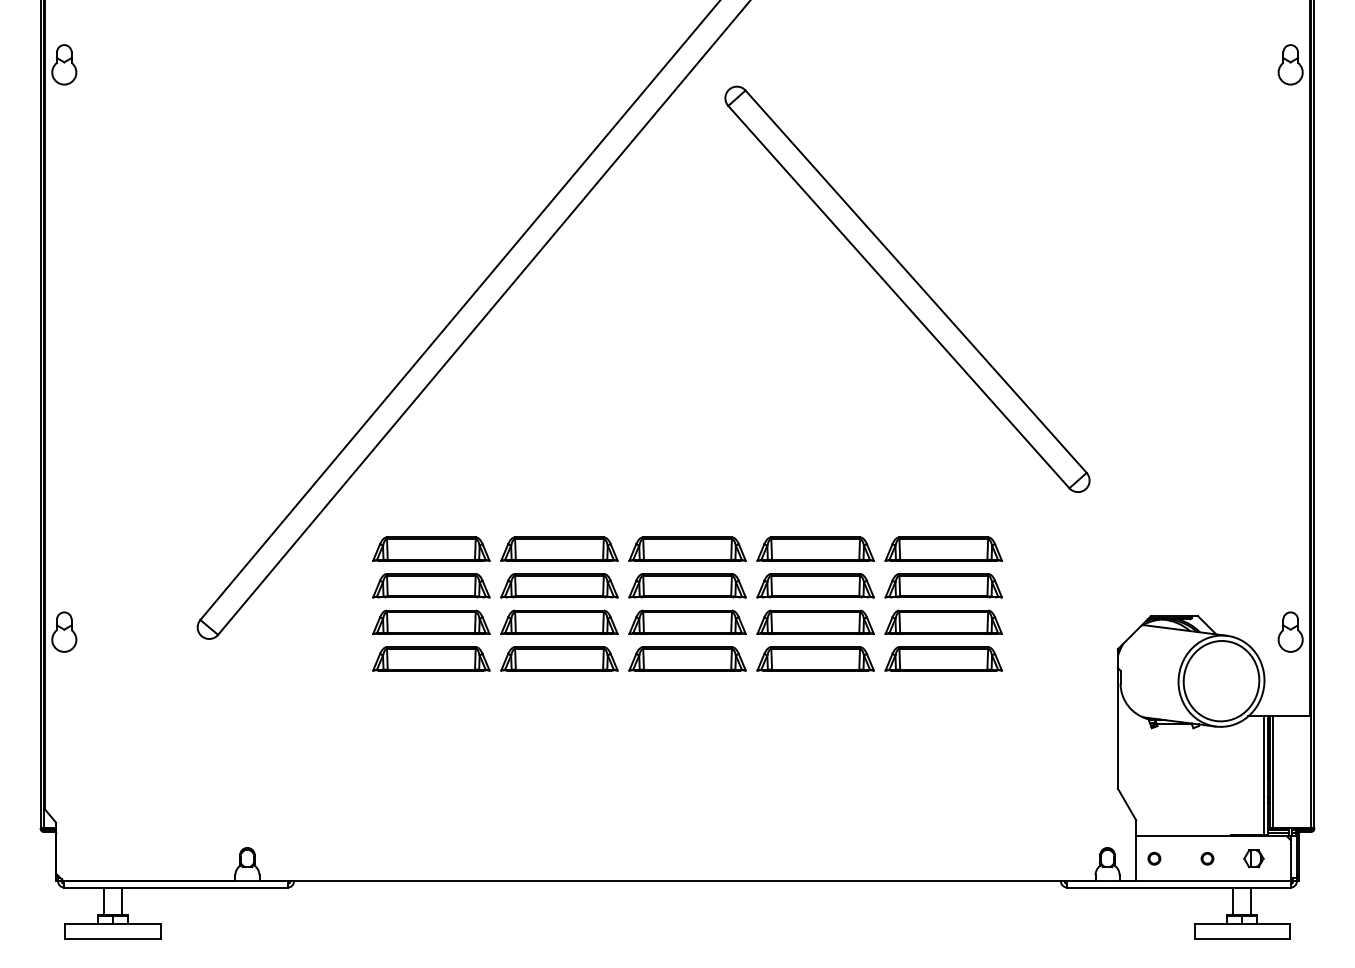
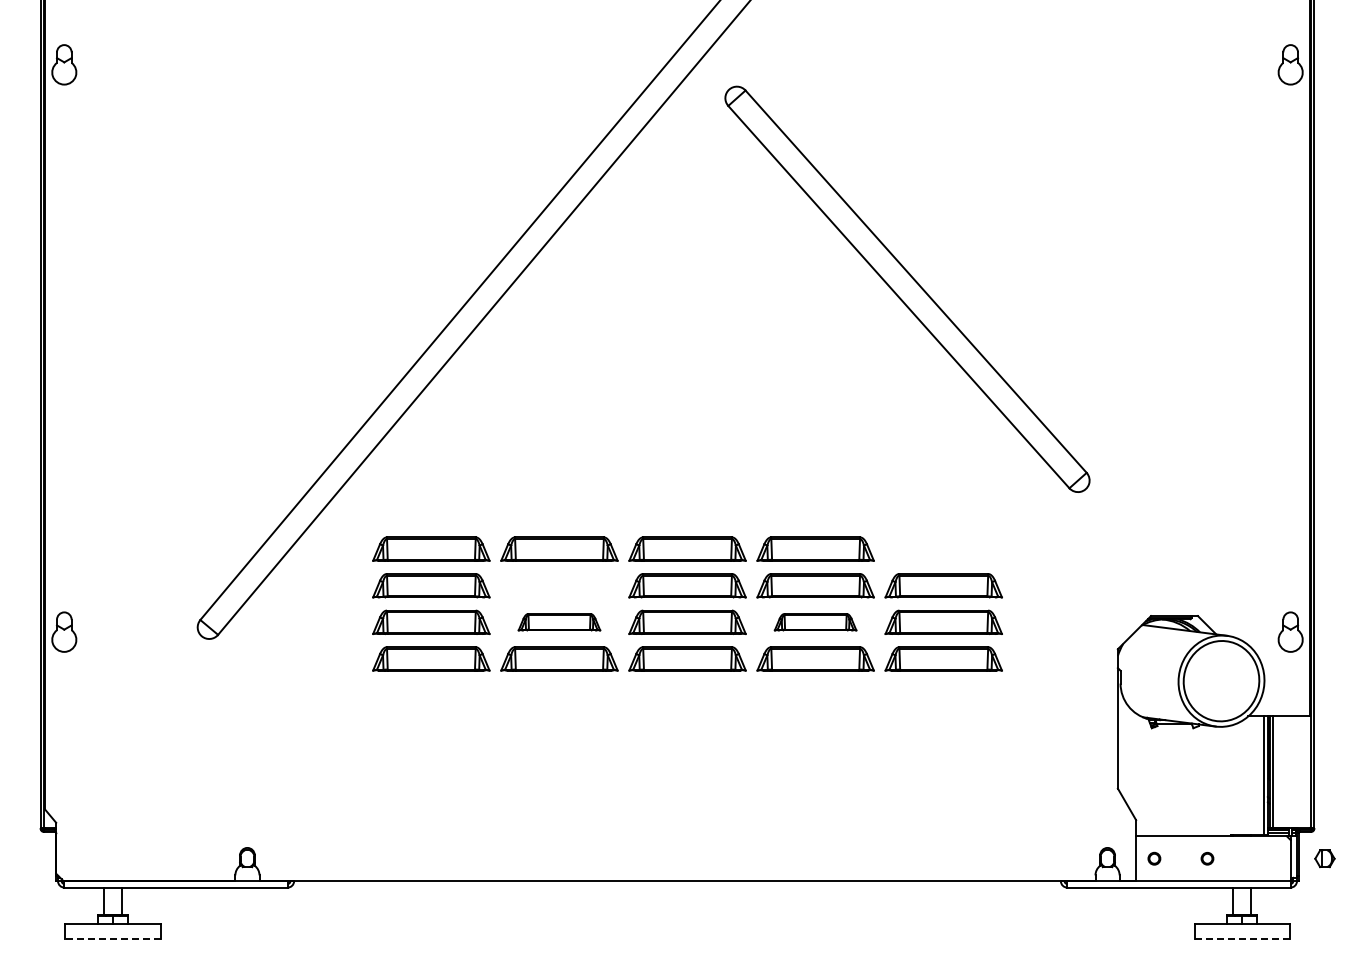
part at (943, 548): present -> none
part at (559, 585): present -> none
part at (559, 621) size: 119x26 px -> 85x19 px
part at (815, 621) size: 119x26 px -> 85x19 px
part at (1253, 858) position: (1253, 858) -> (1324, 858)
line at (112, 938): solid -> dashed
line at (1242, 938): solid -> dashed
